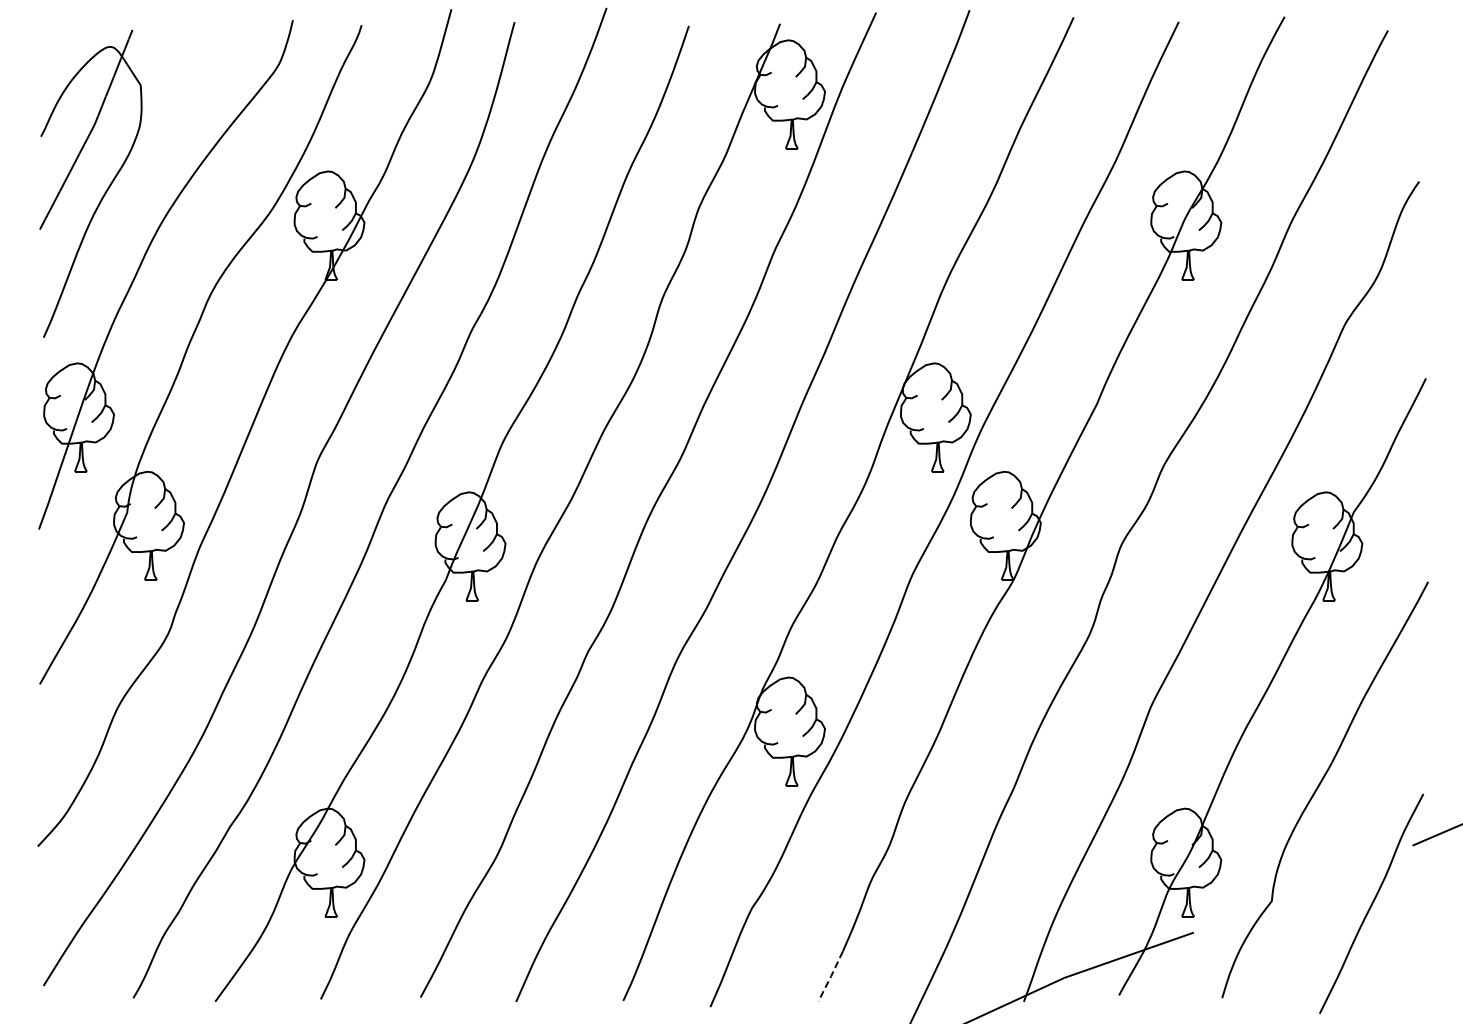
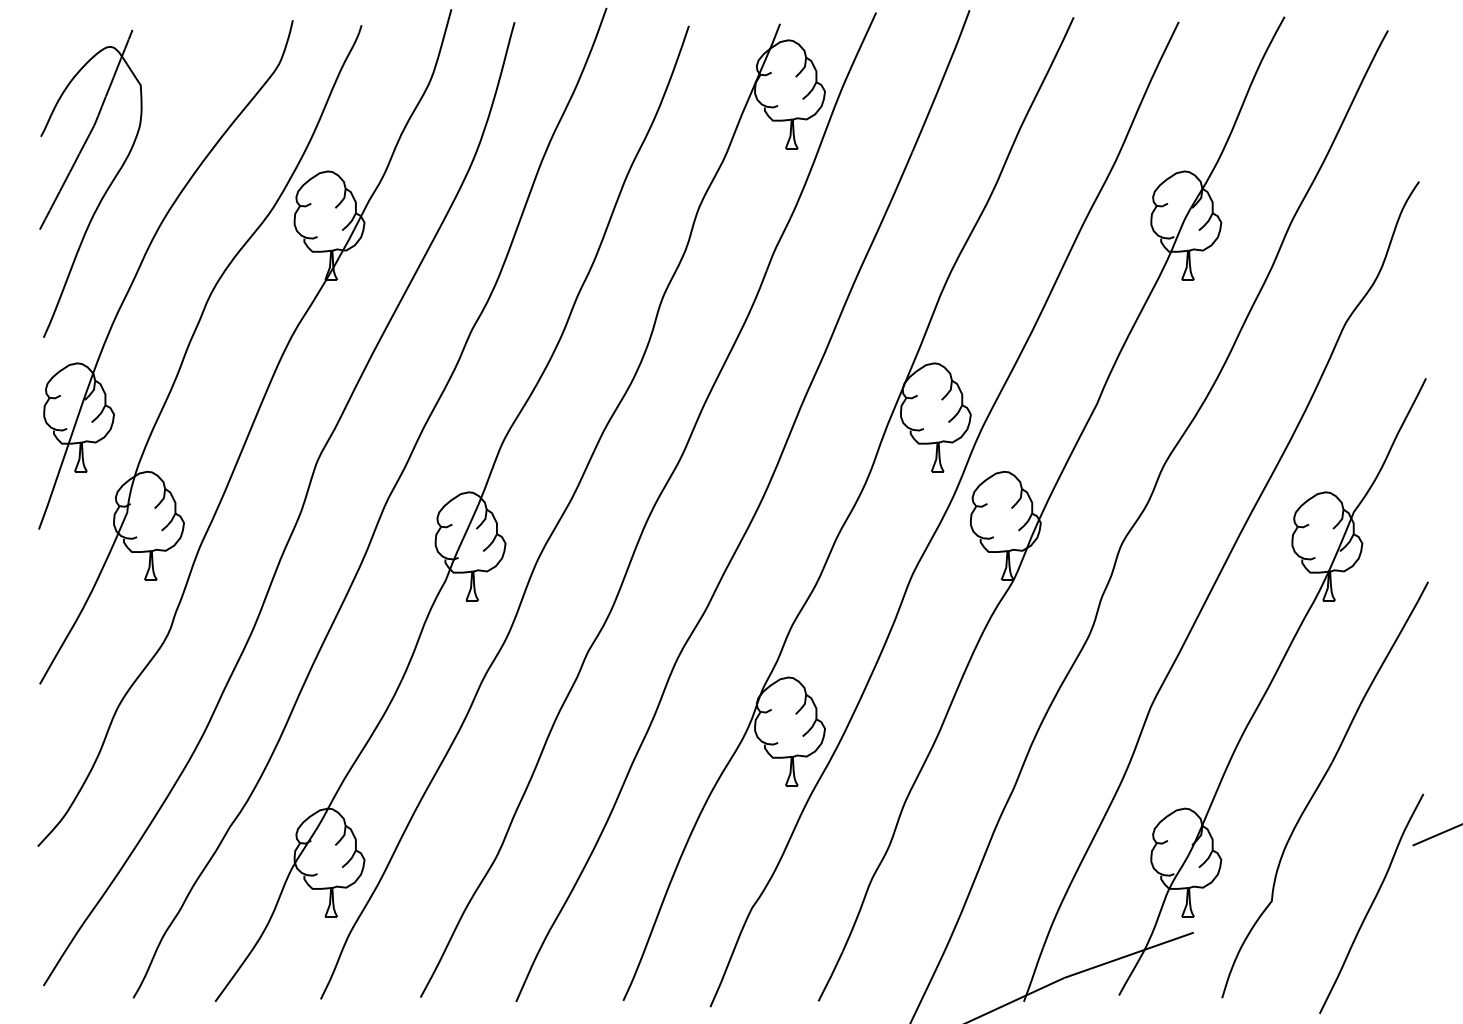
line at (831, 976): dashed -> solid
